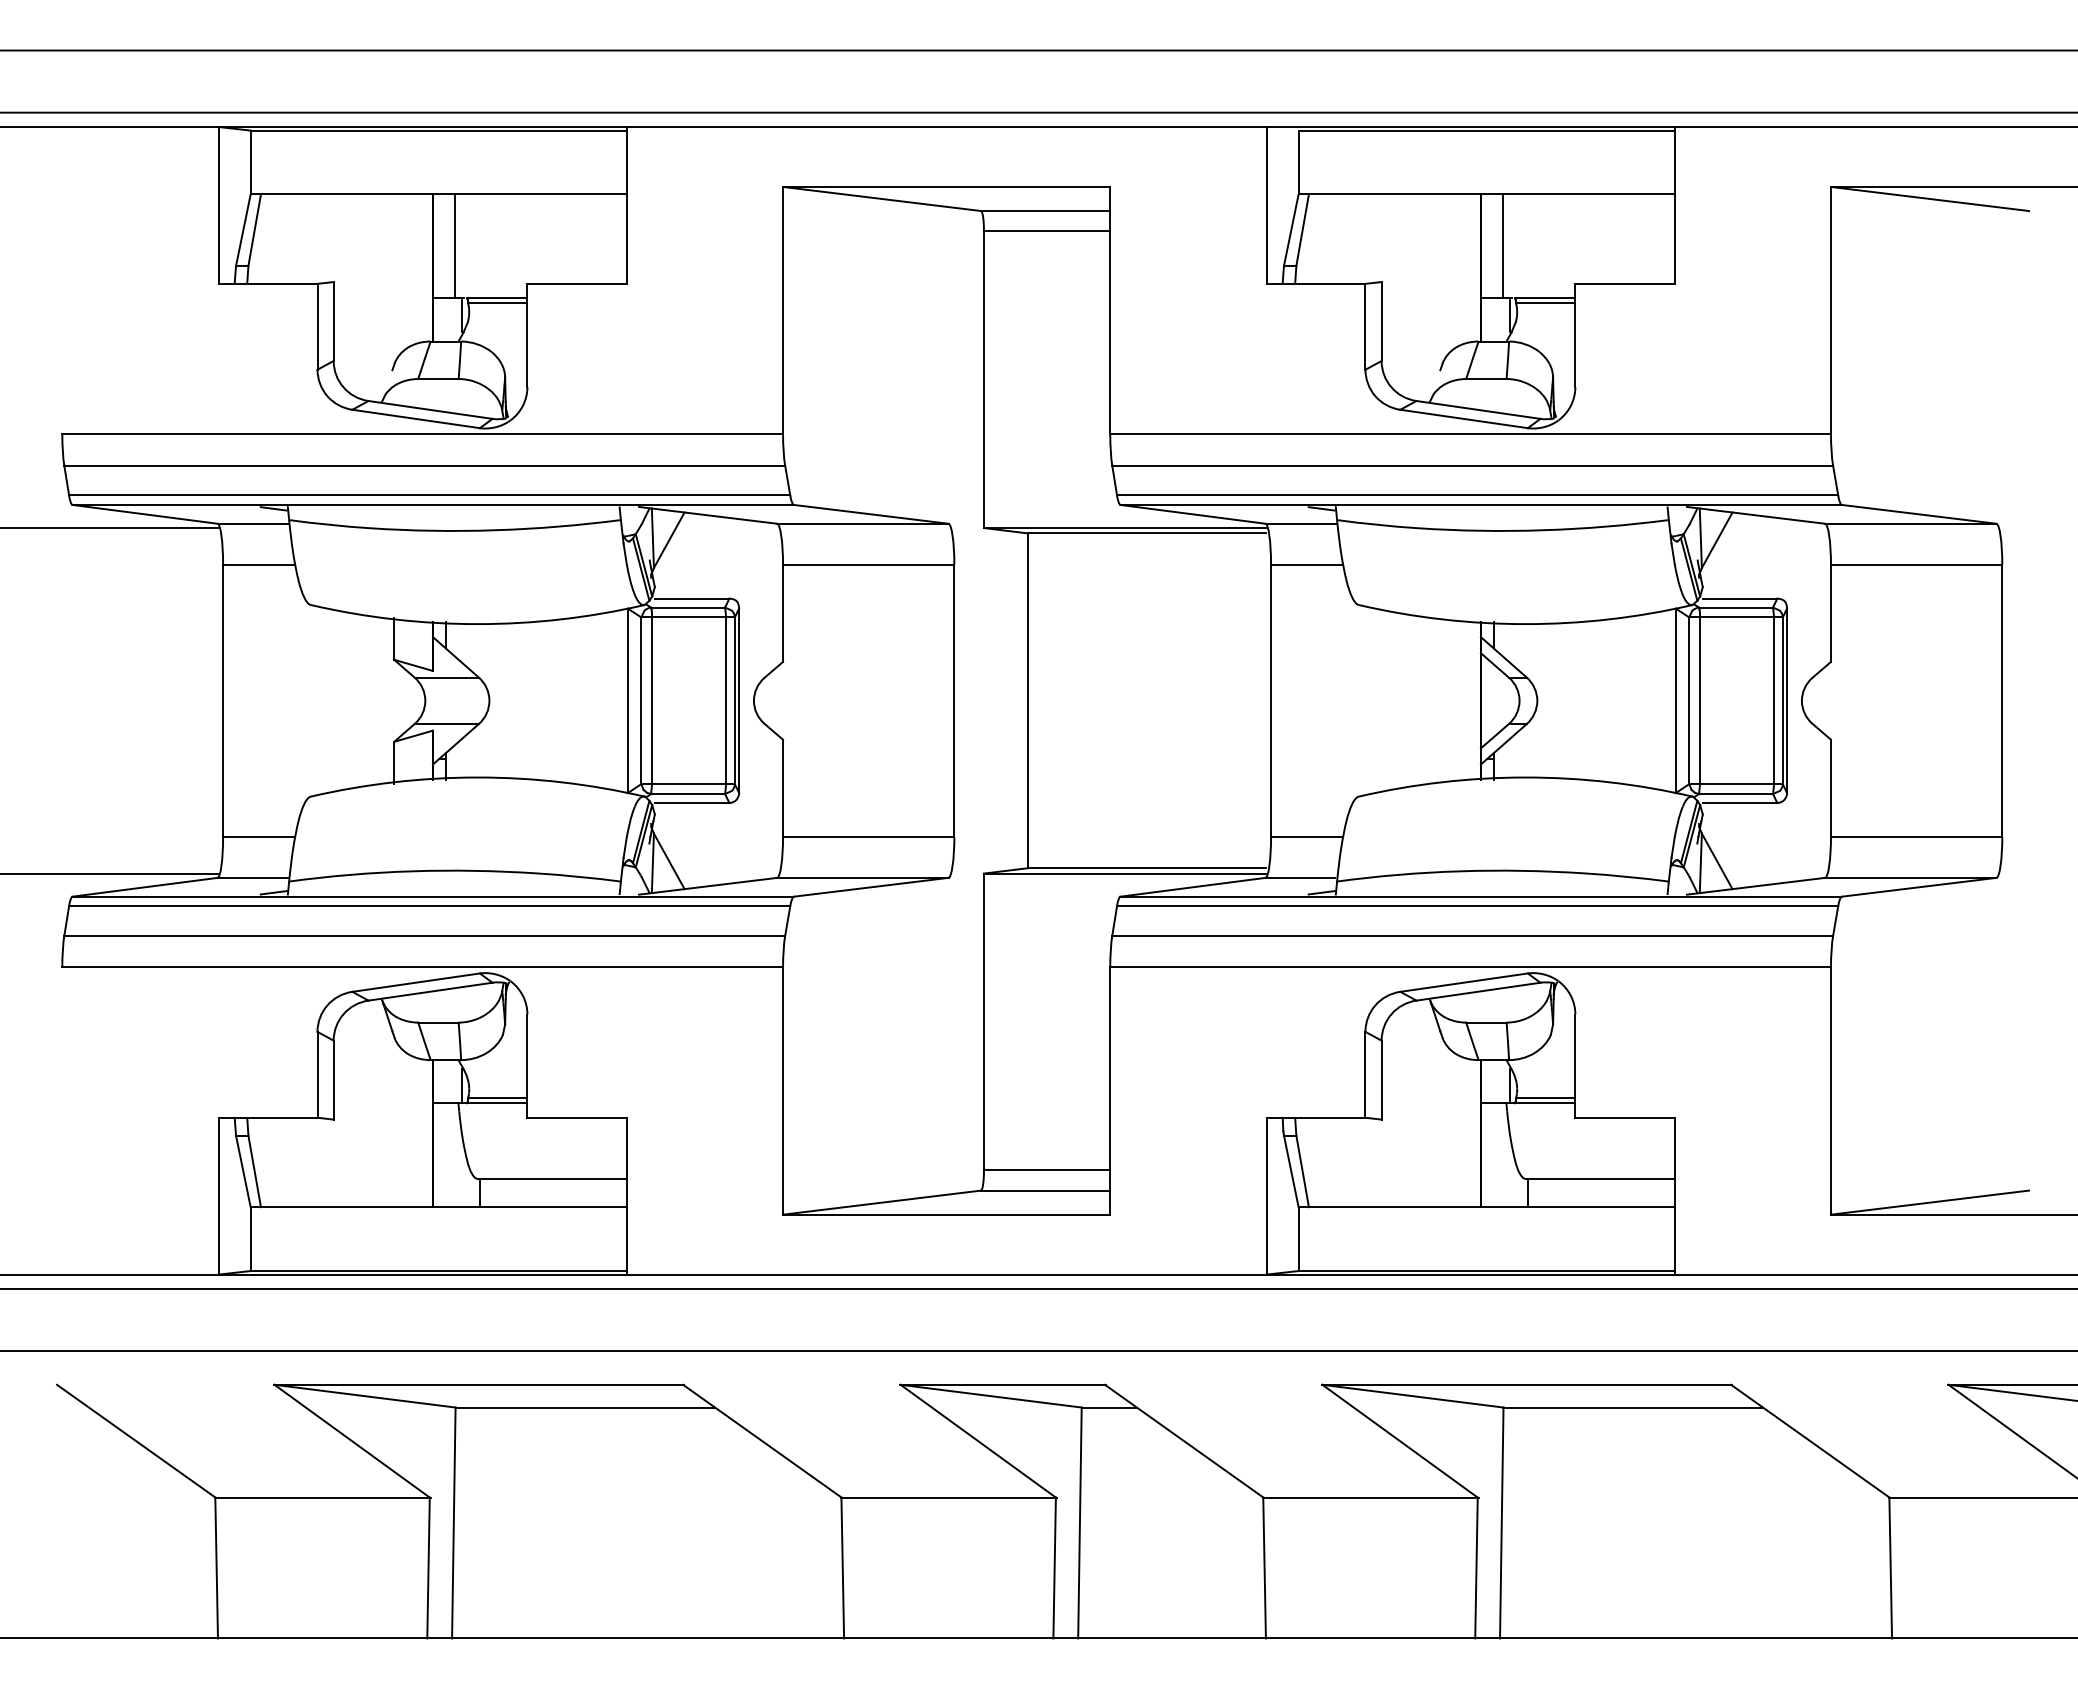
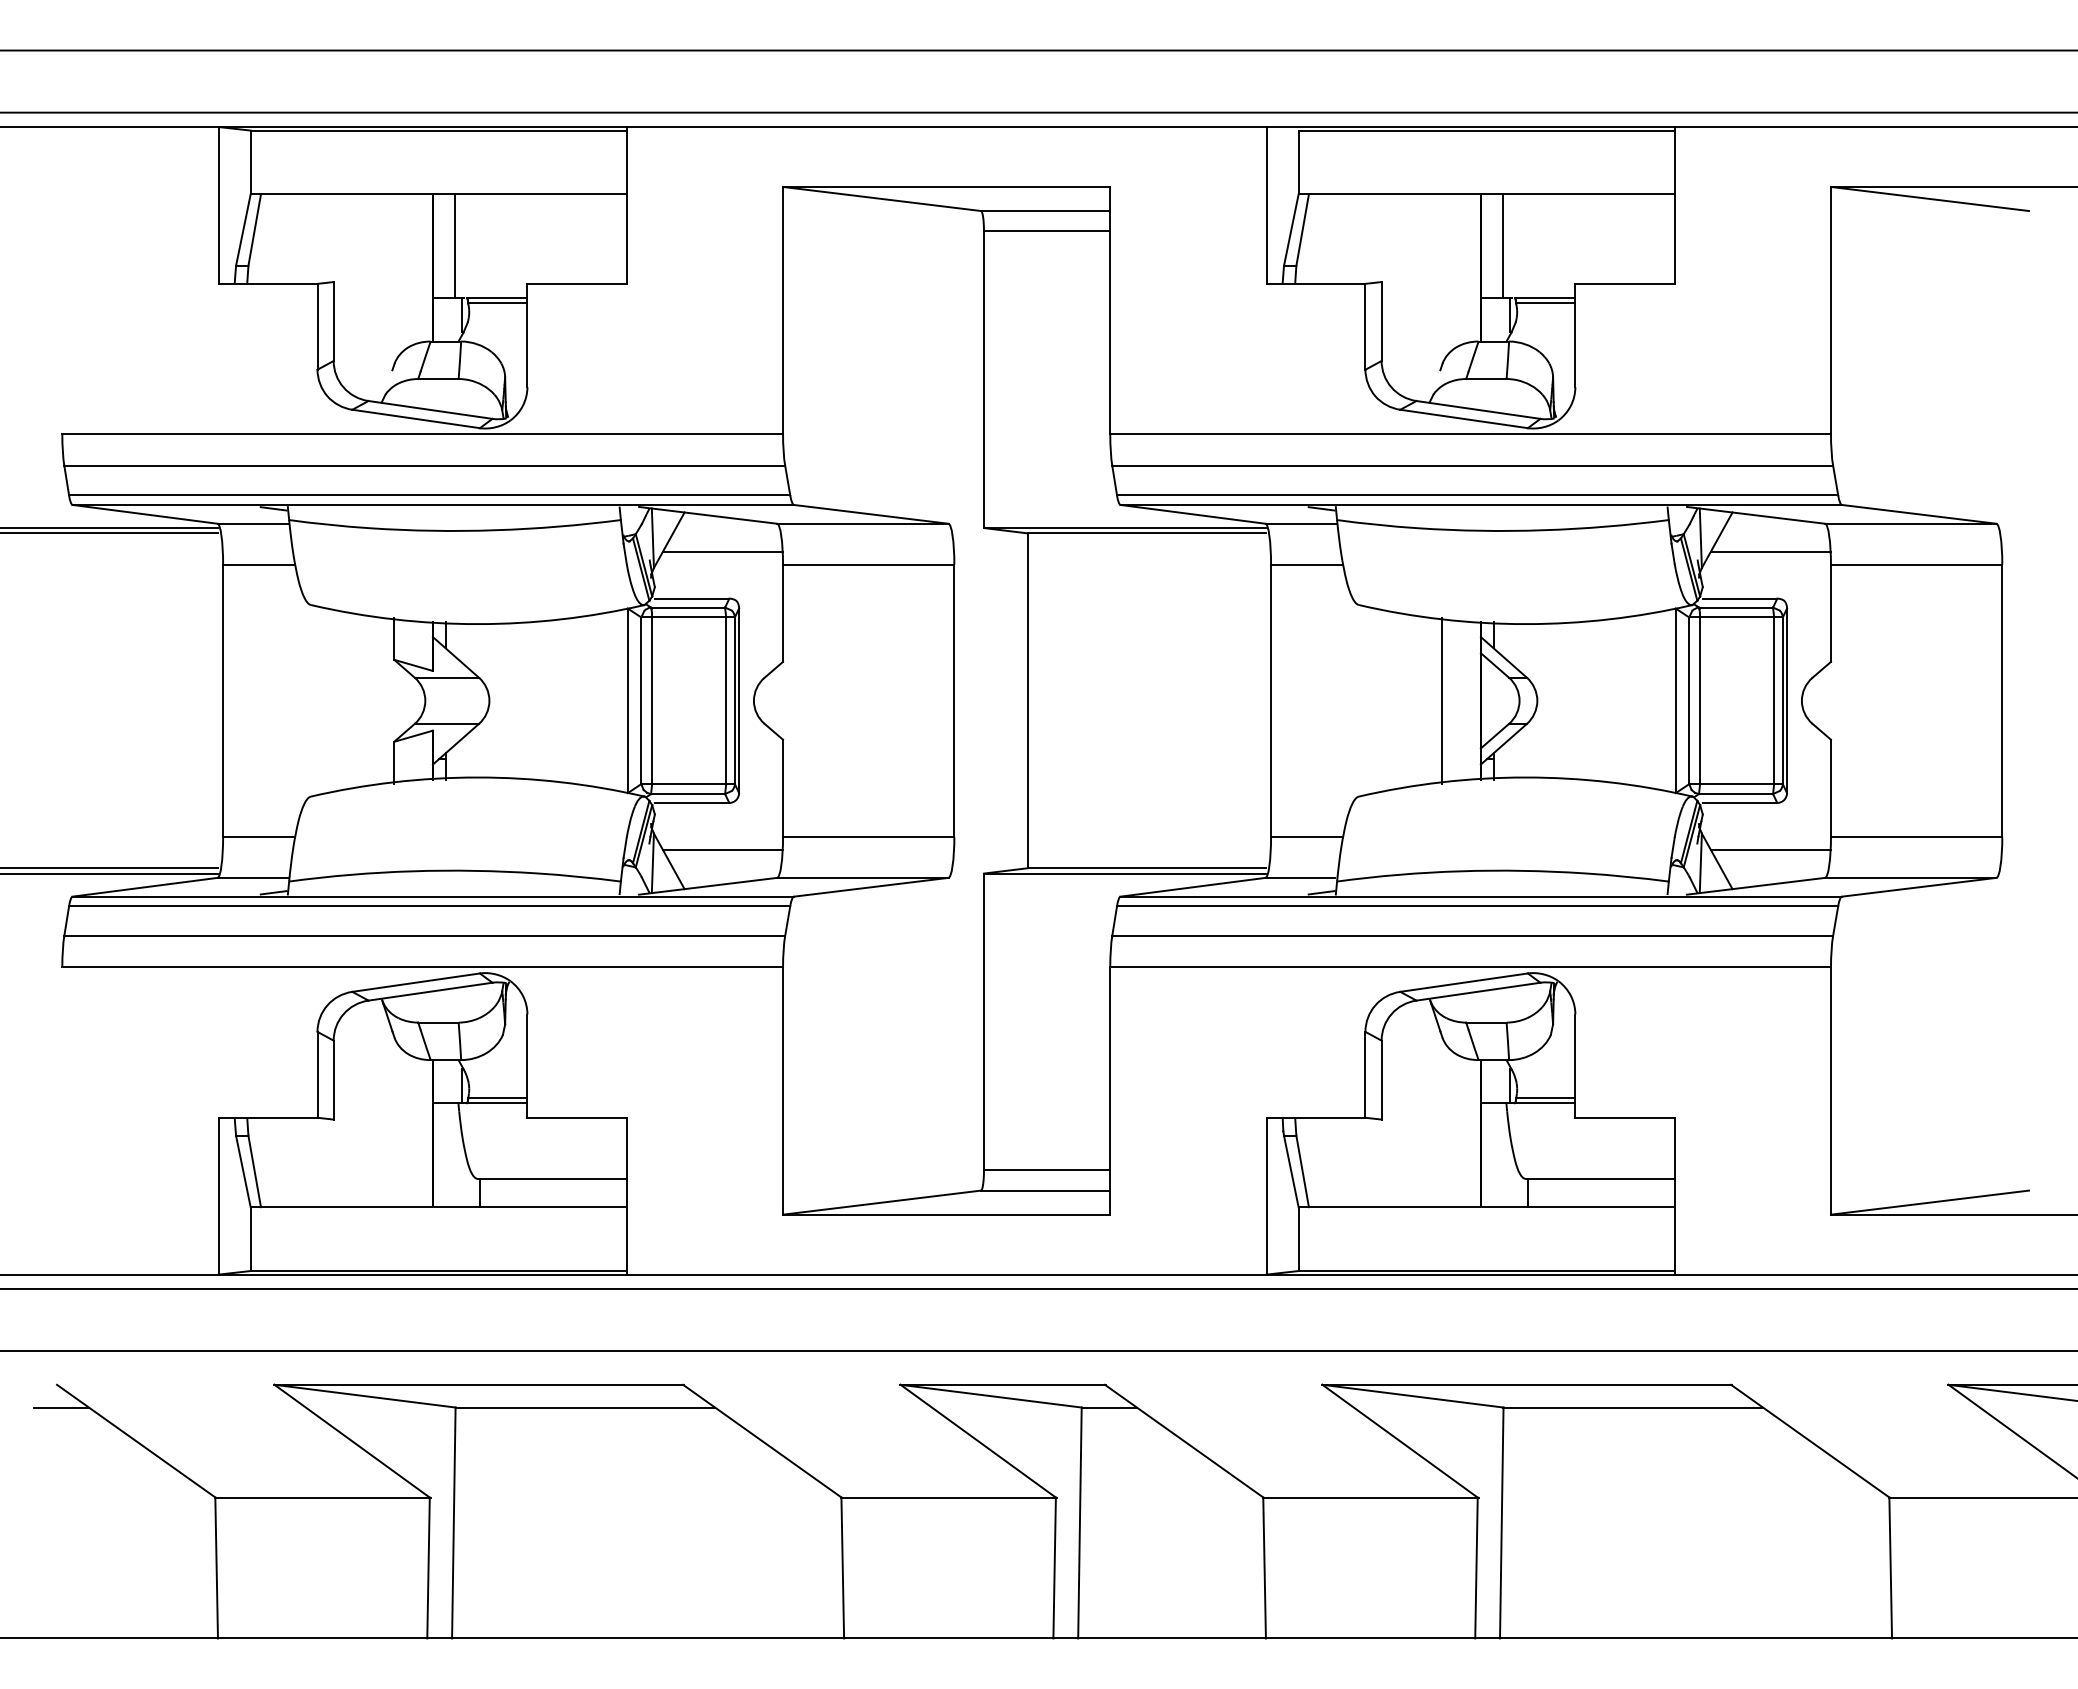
line at (109, 533): none -> present
line at (722, 551): none -> present
line at (1770, 551): none -> present
line at (1442, 700): none -> present
line at (722, 849): none -> present
line at (1770, 849): none -> present
line at (109, 868): none -> present
line at (60, 1407): none -> present
